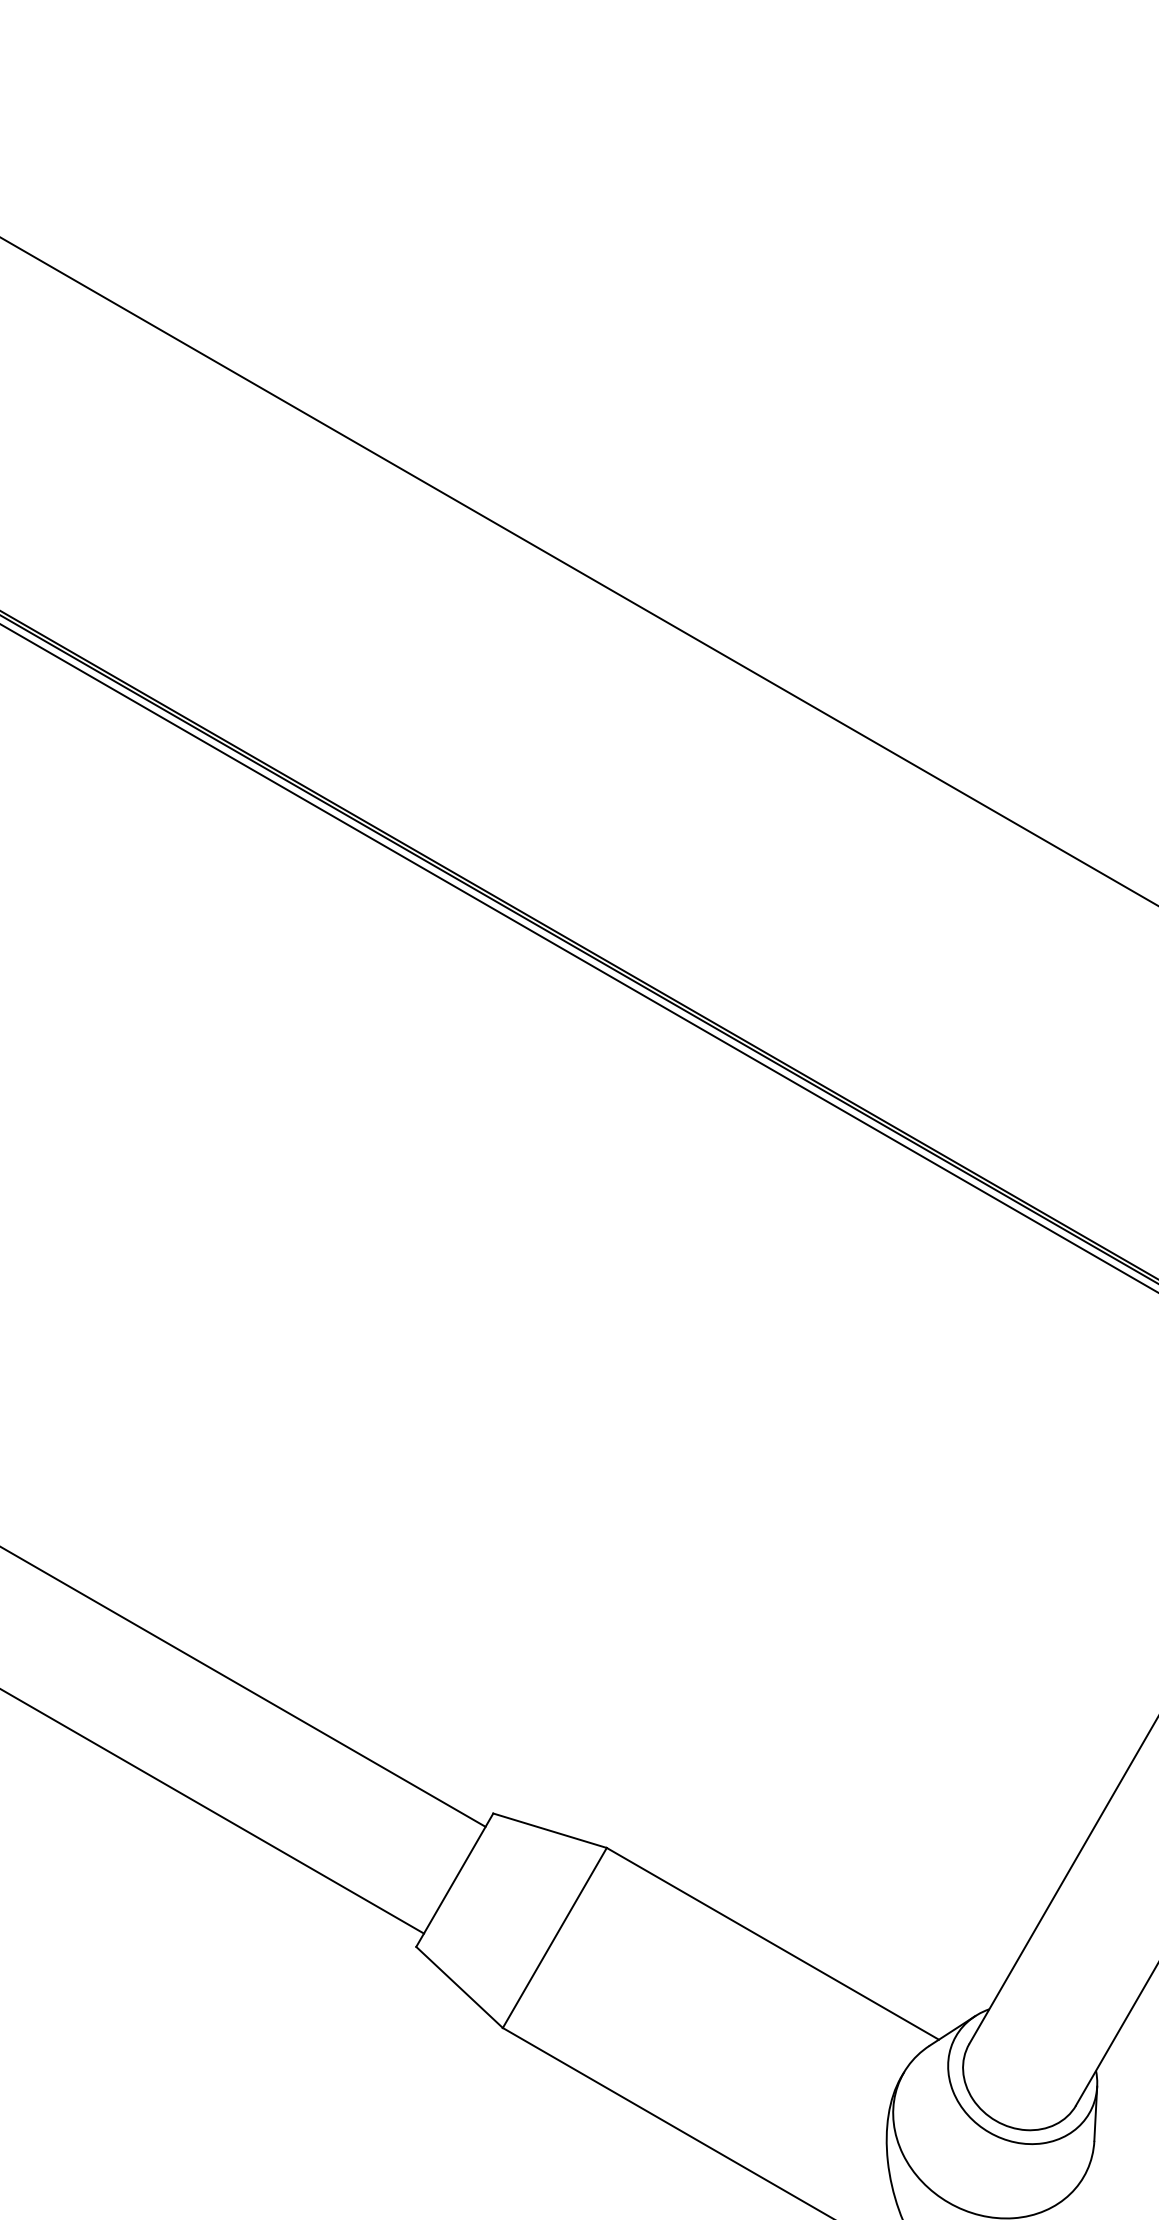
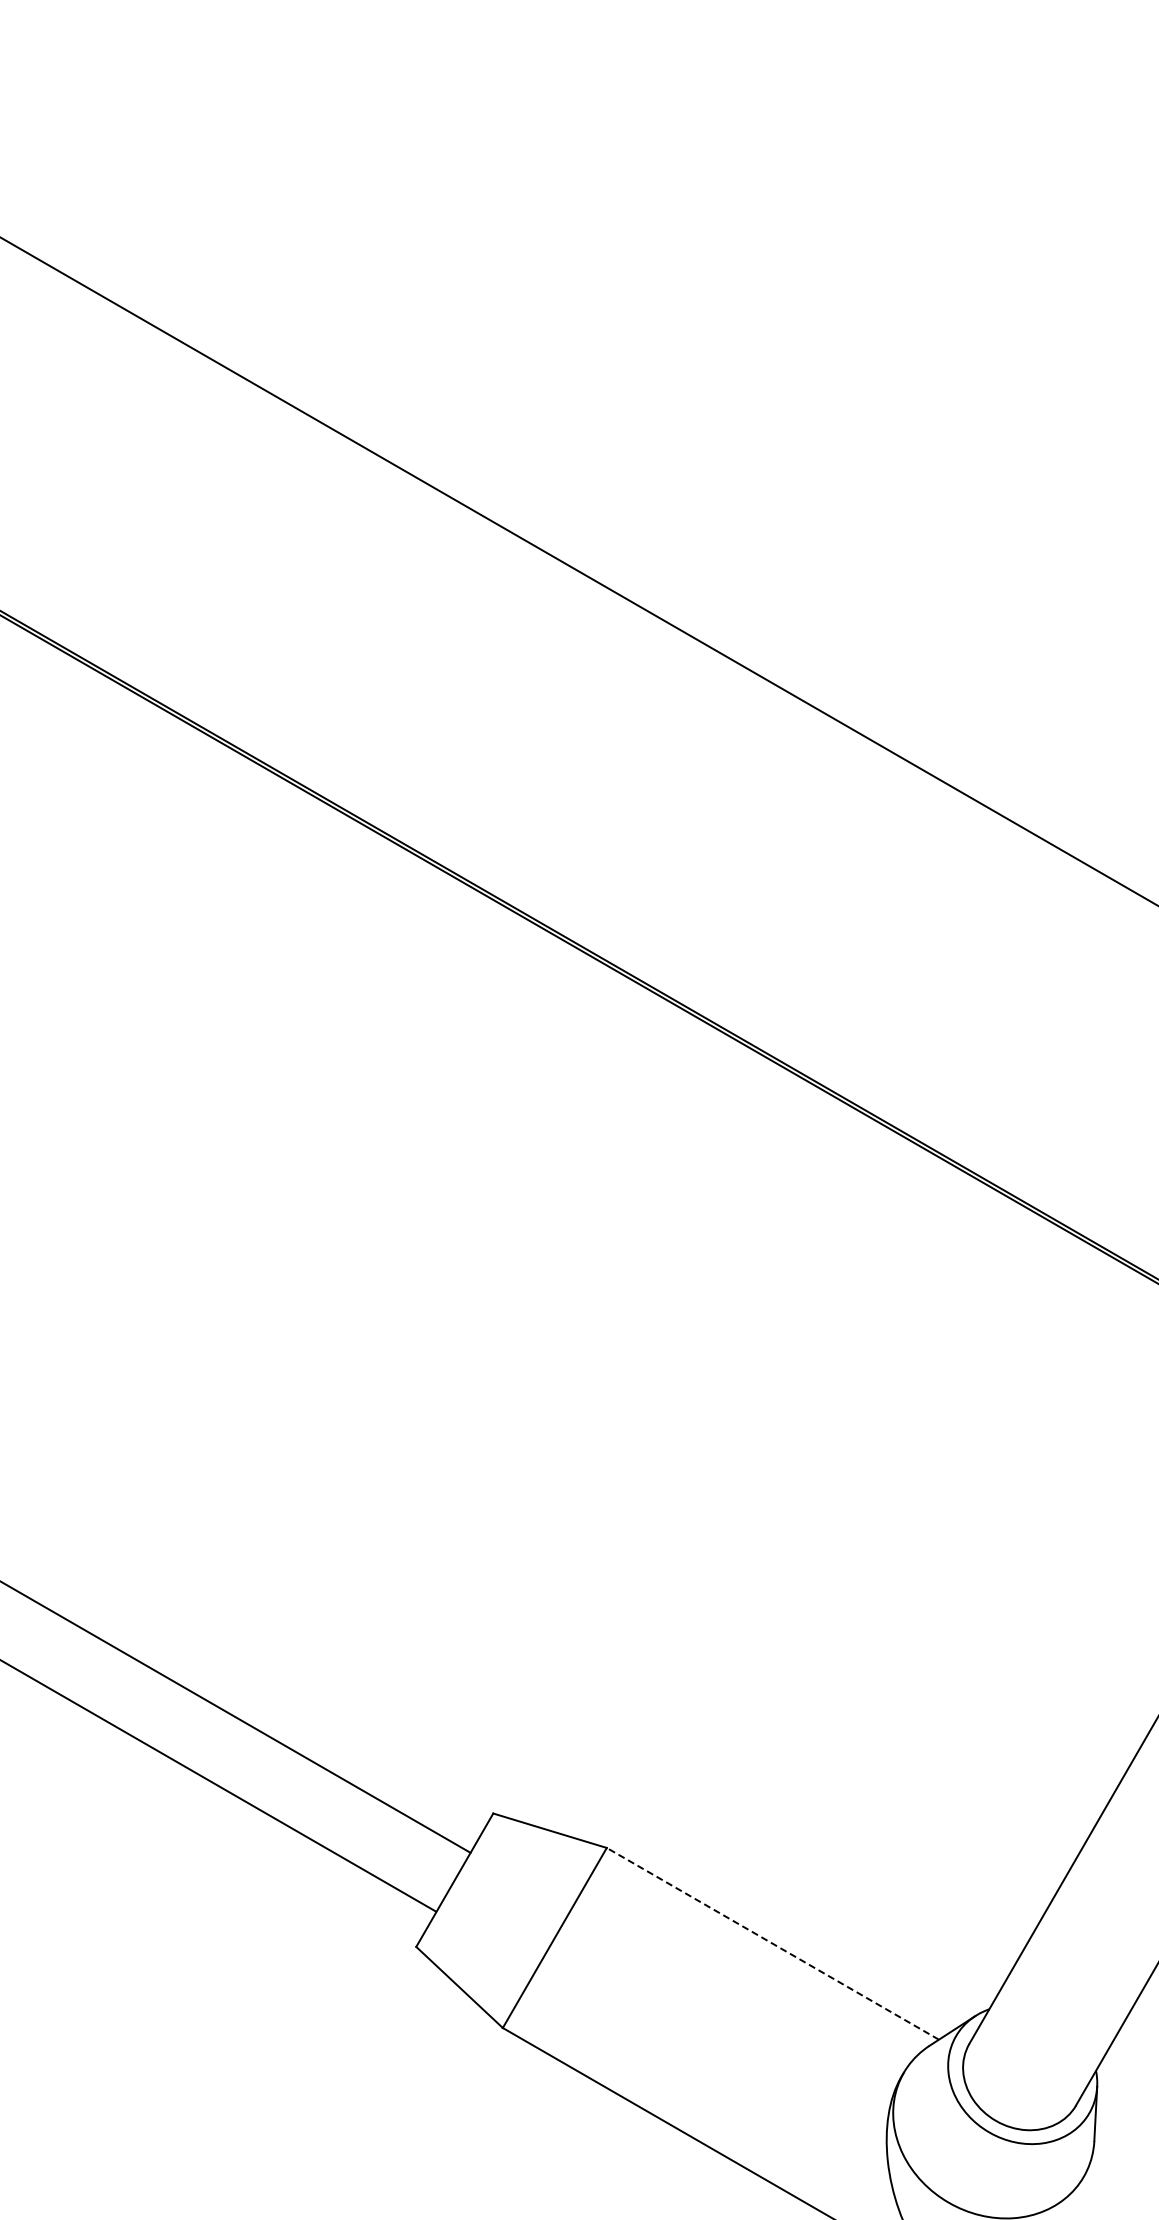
line at (578, 958): present -> none
line at (243, 1687) position: (243, 1687) -> (236, 1717)
line at (213, 1811) position: (213, 1811) -> (219, 1786)
line at (772, 1943): solid -> dashed
